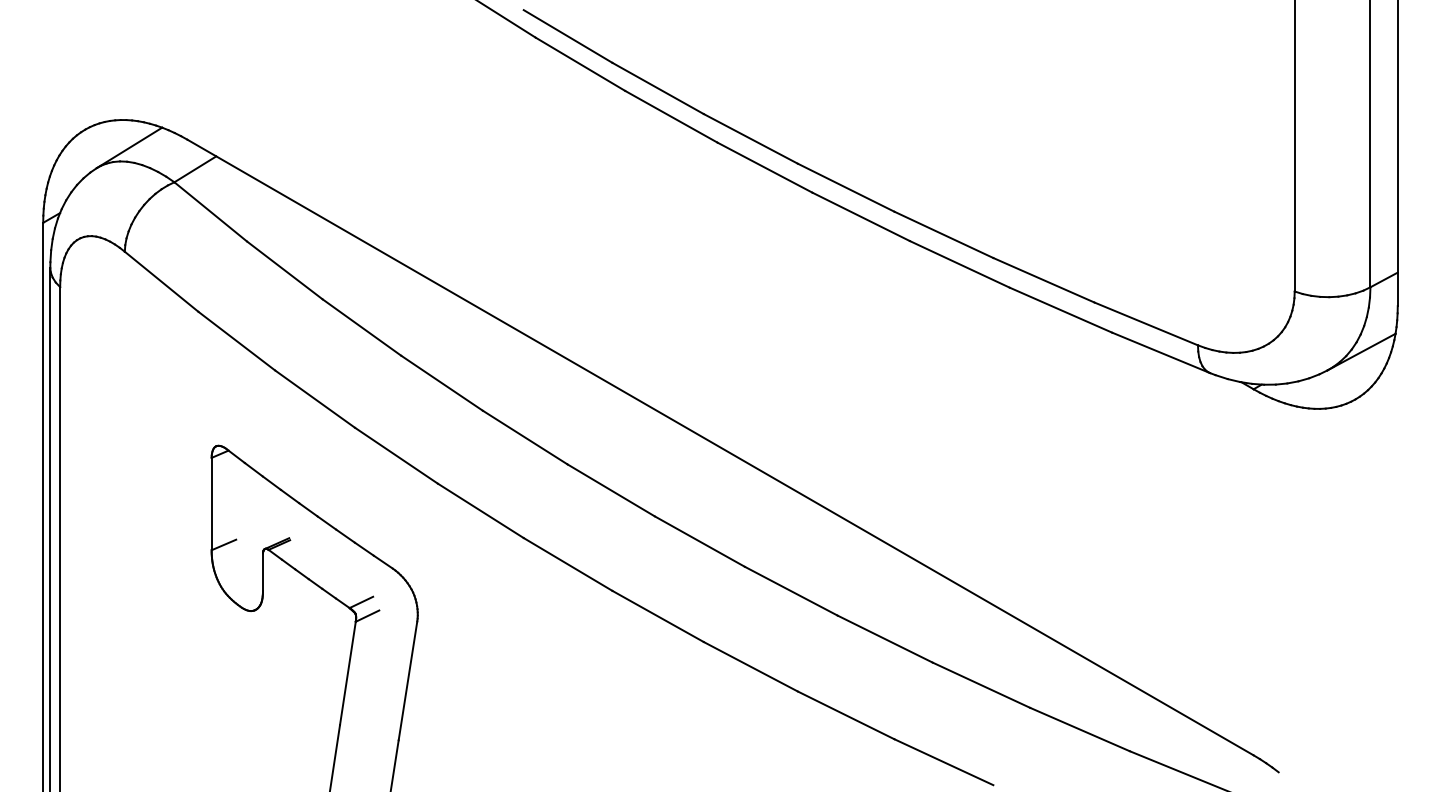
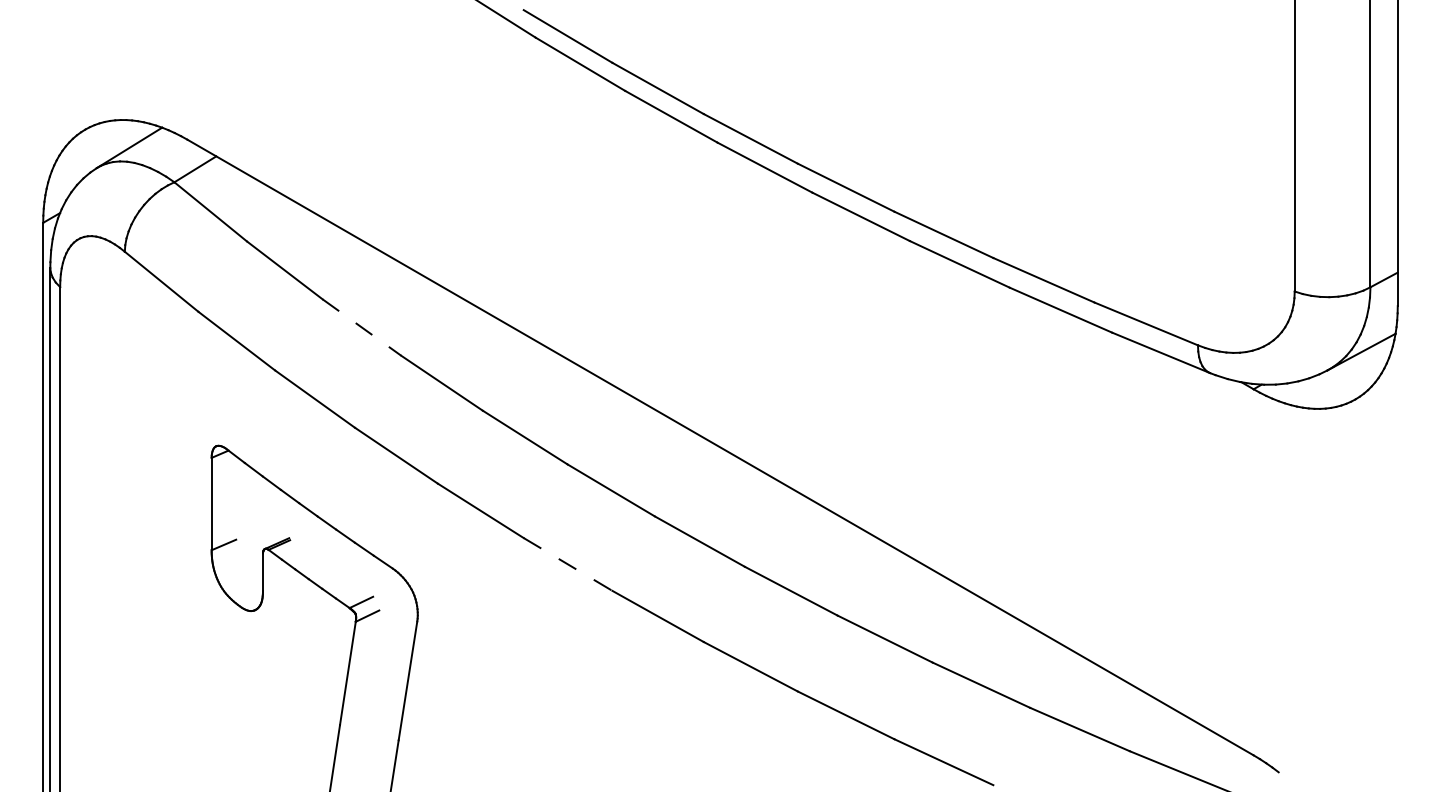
line at (362, 327): solid -> dashed
line at (568, 564): solid -> dashed
